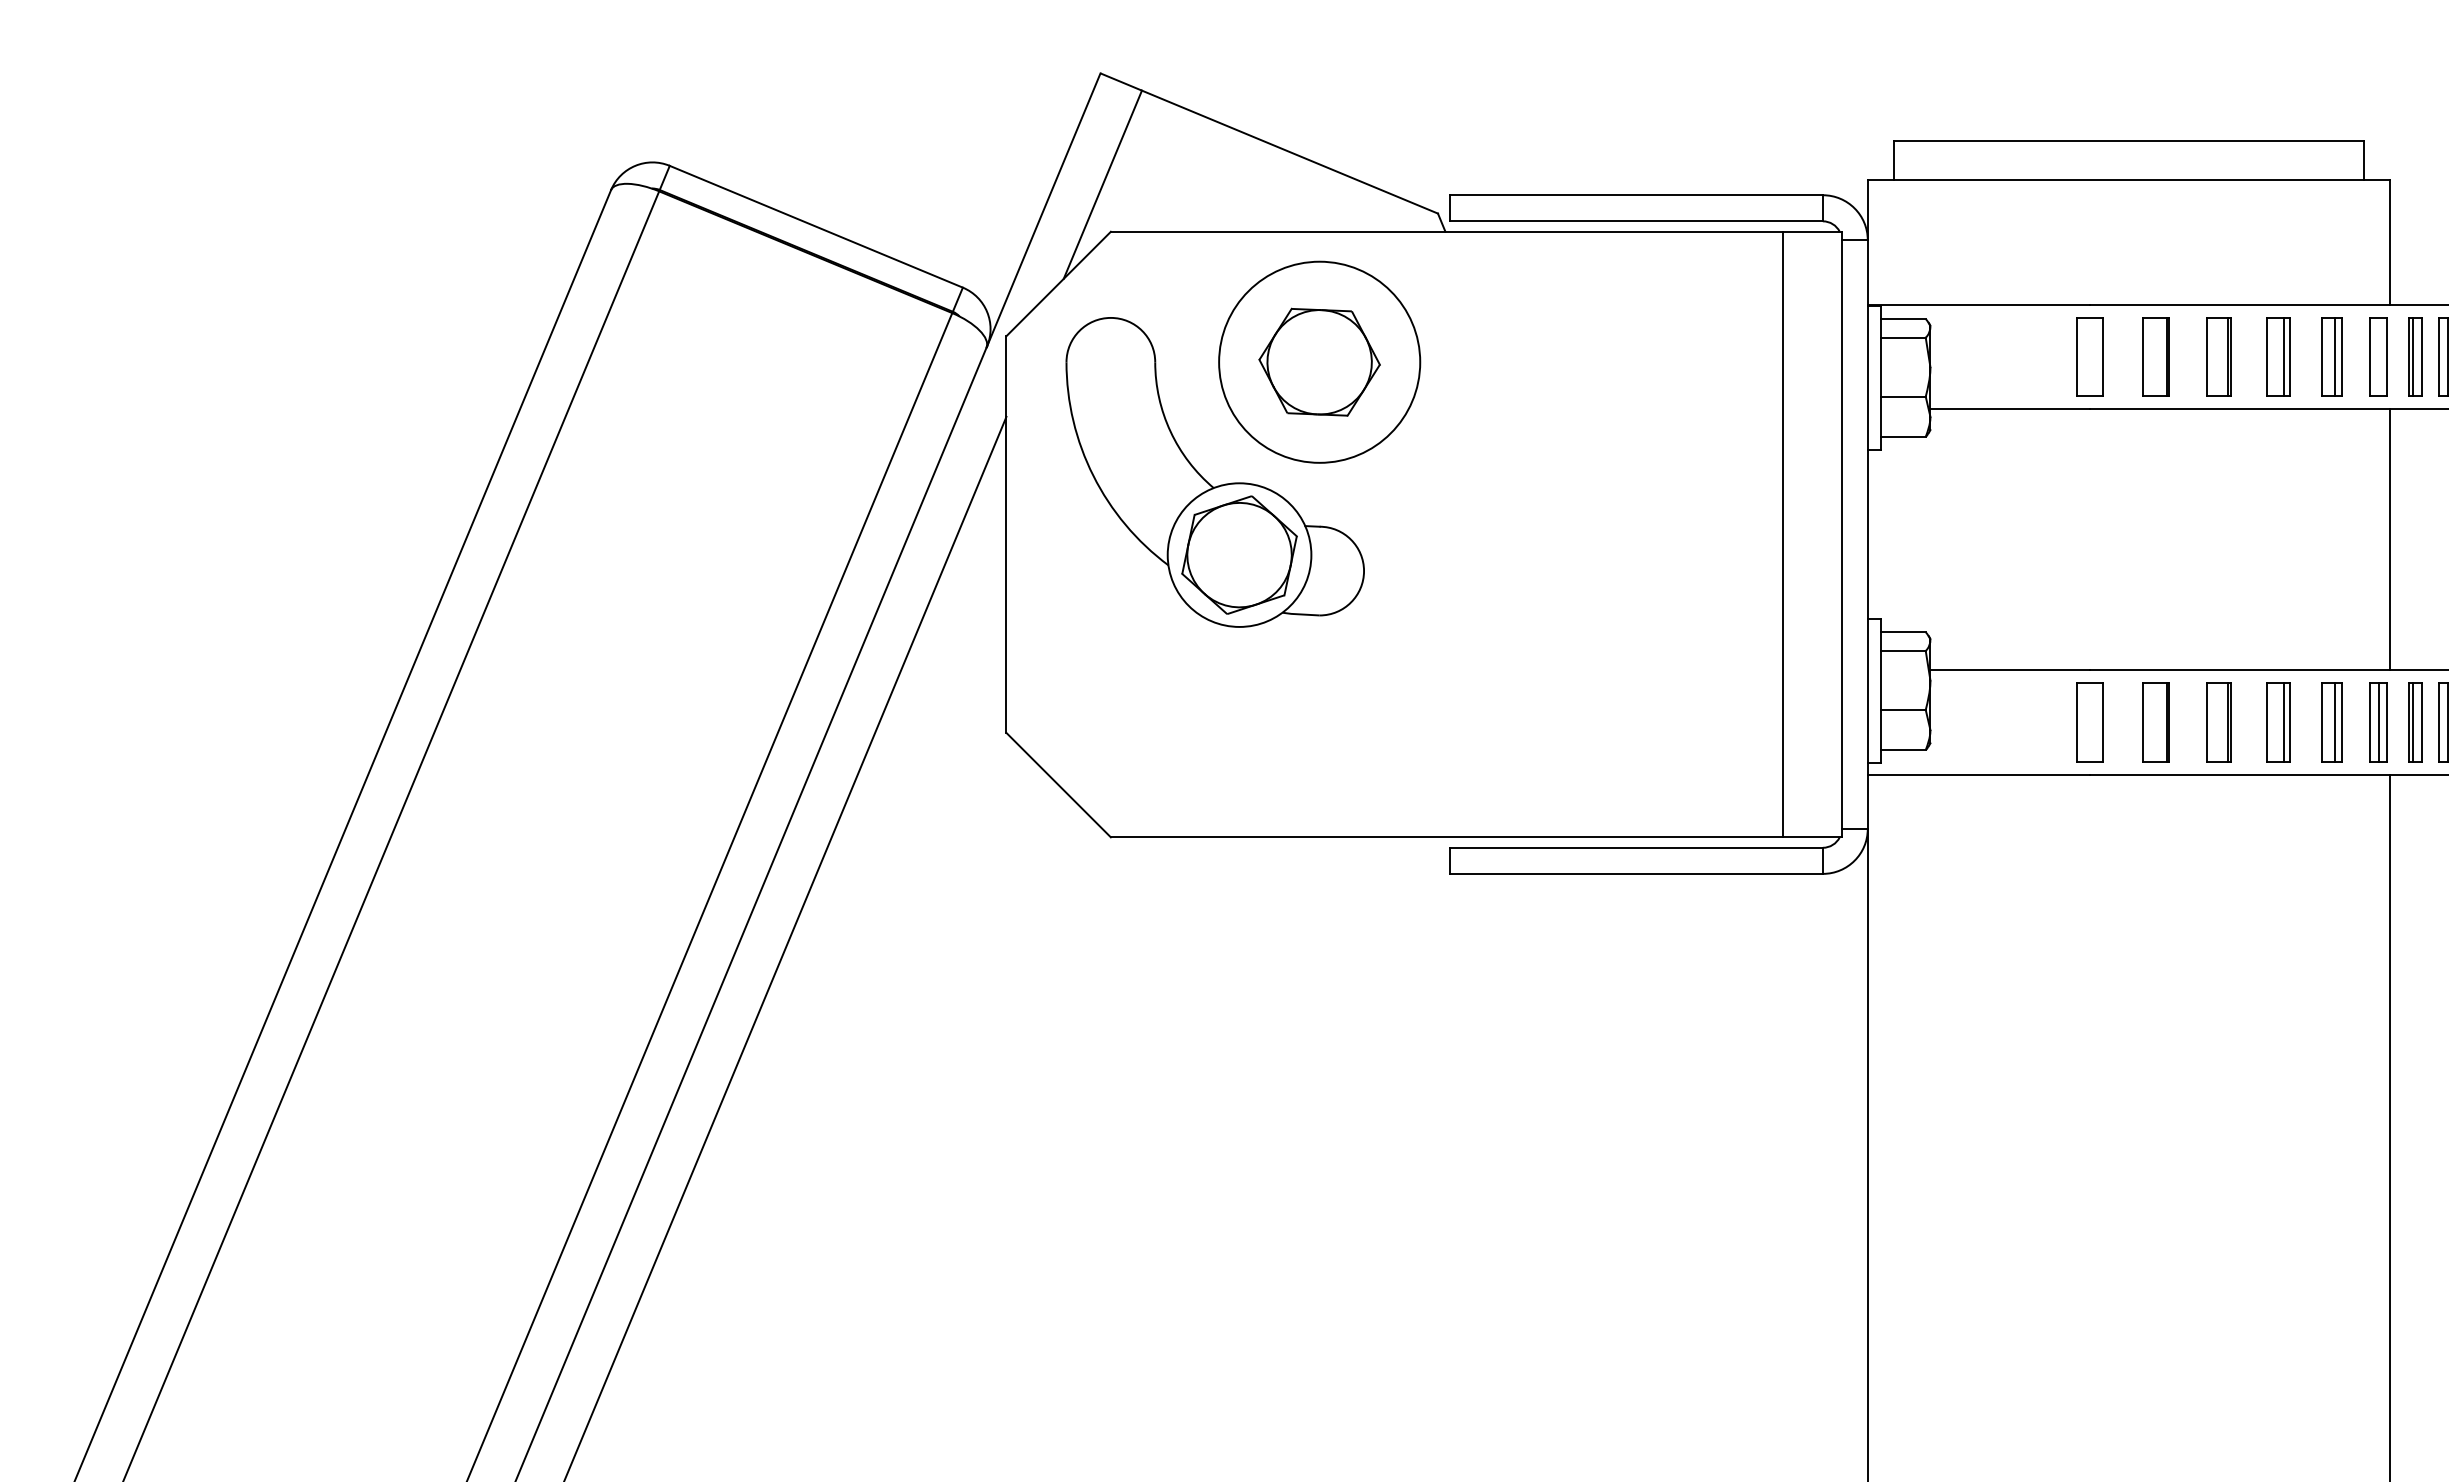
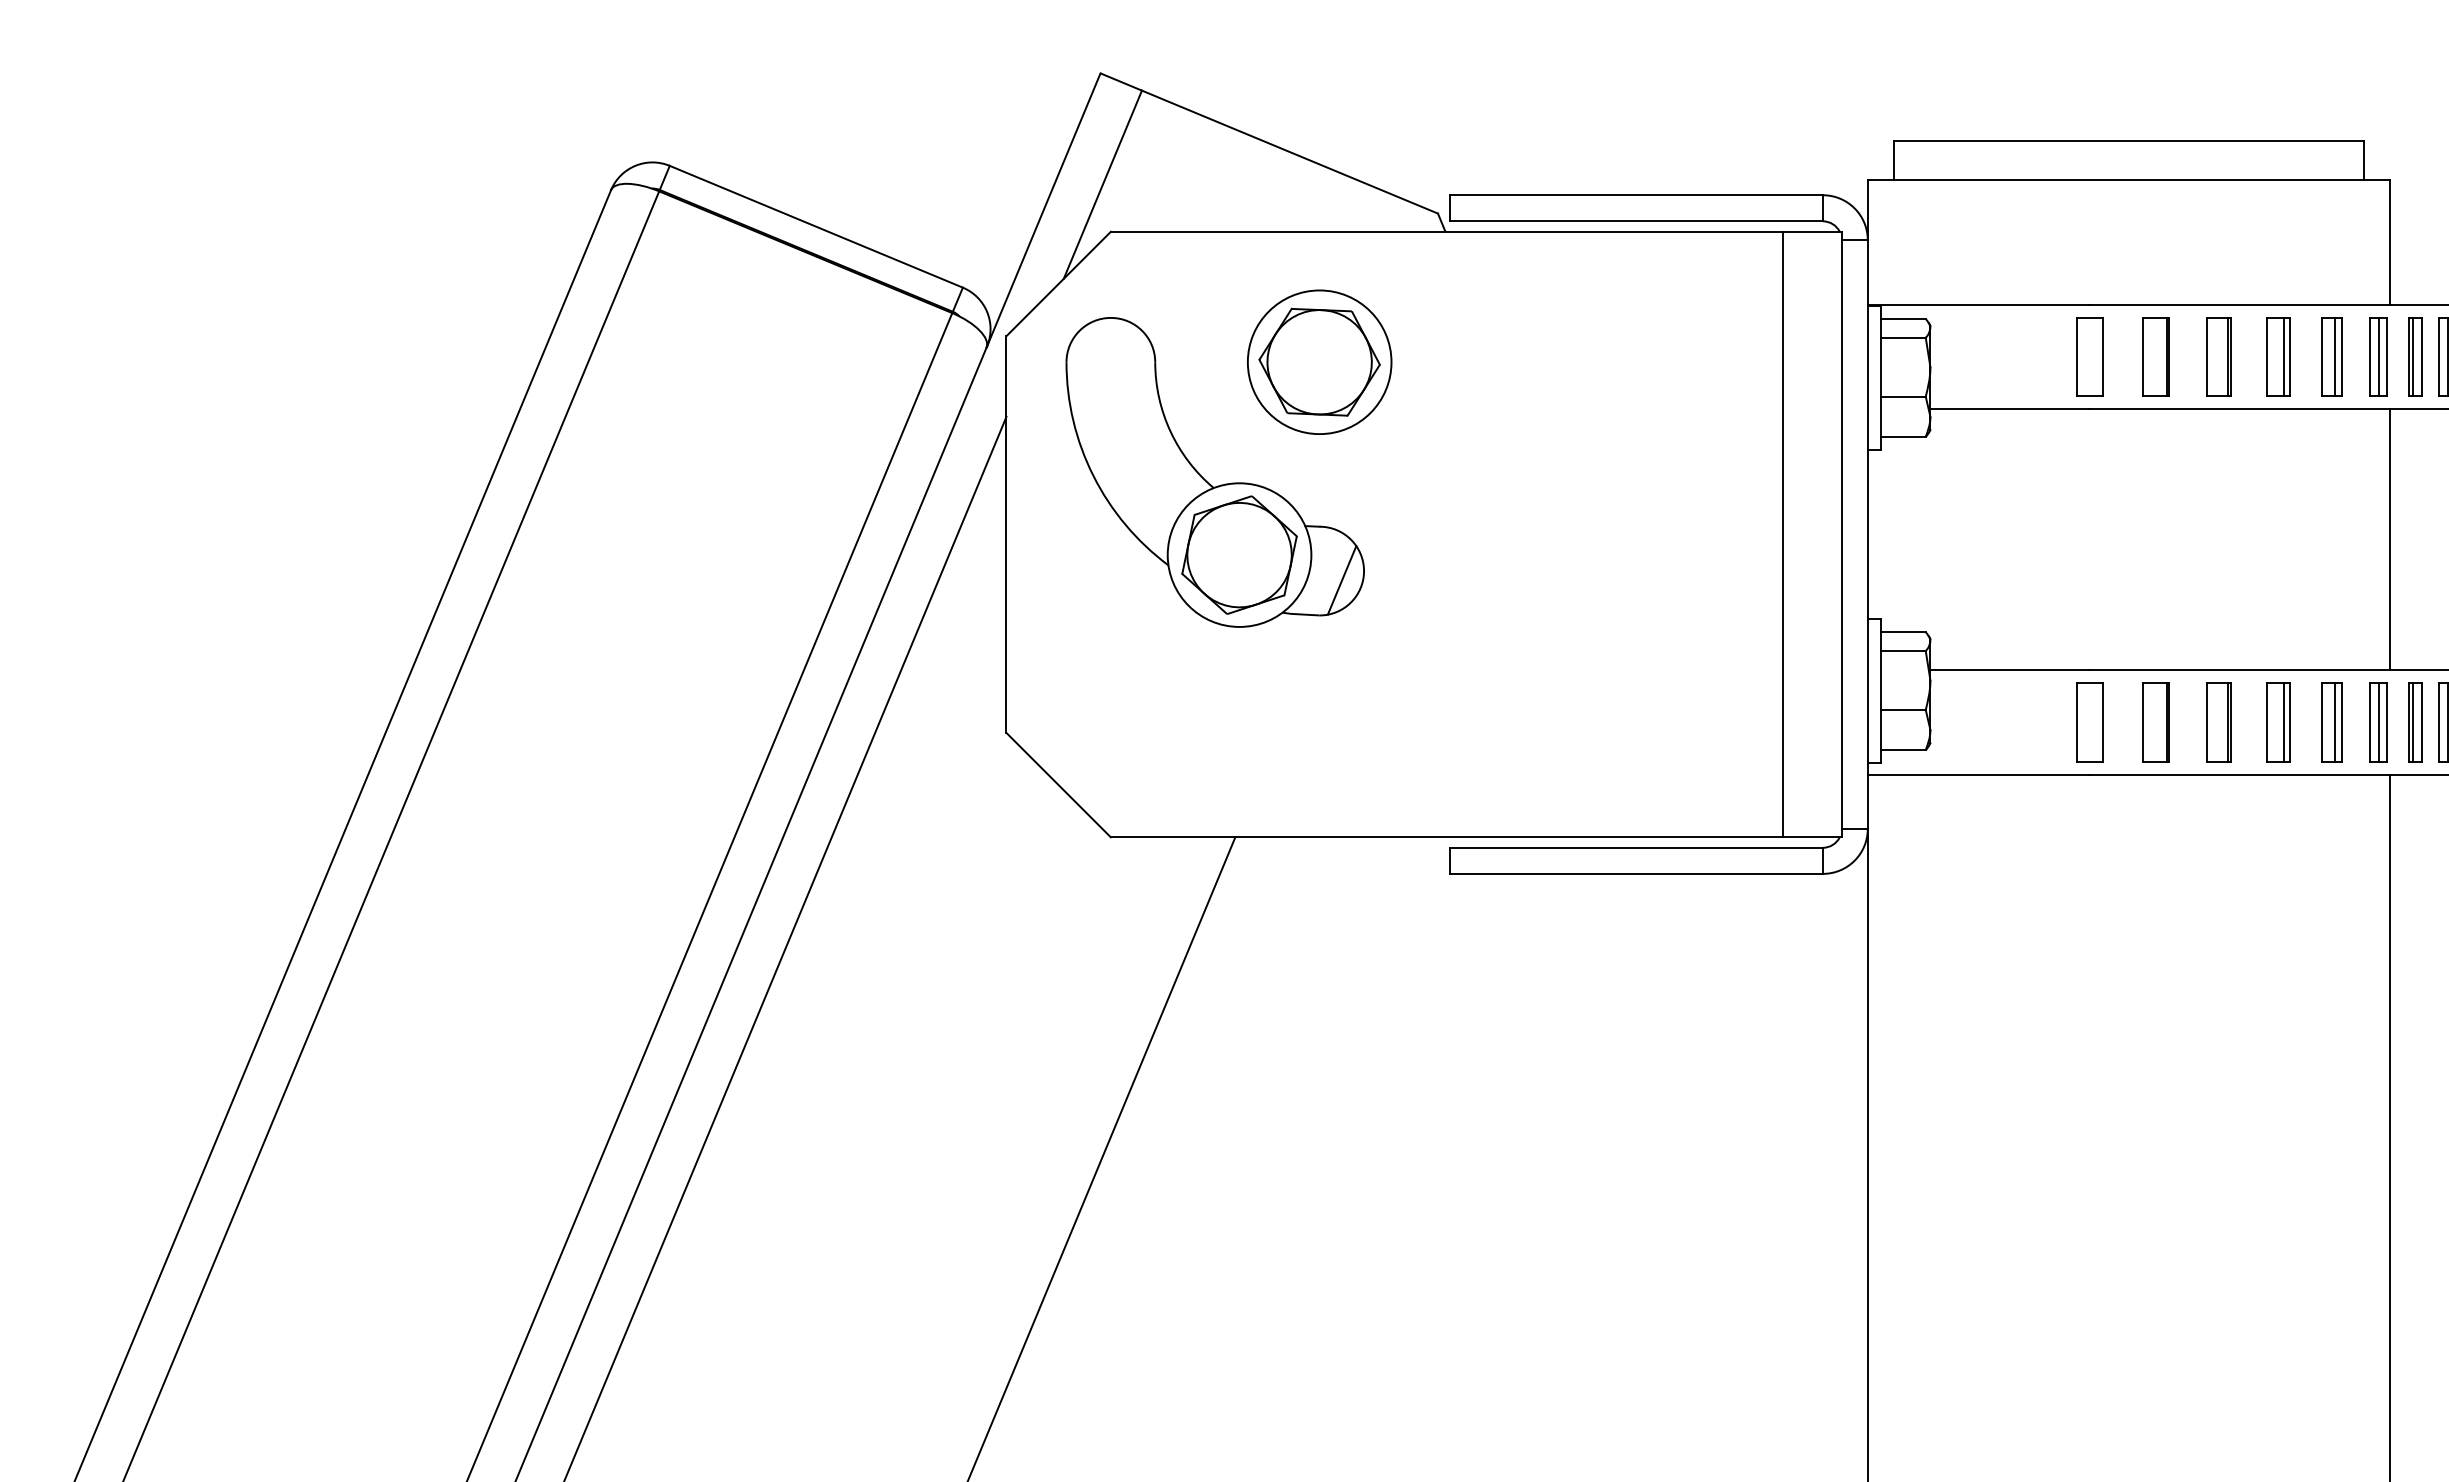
line at (2378, 356): none -> present
circle at (1319, 361) diameter: 201 px -> 144 px
line at (1341, 580): none -> present
line at (1102, 1157): none -> present
